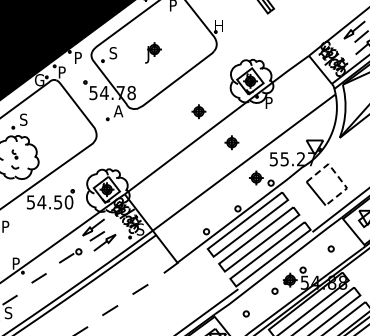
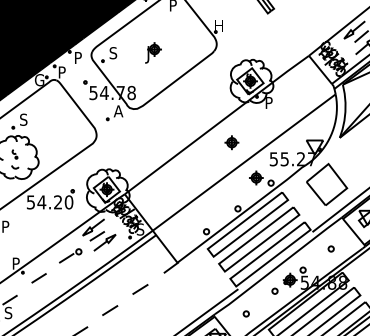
part at (198, 111): present -> none
line at (337, 175): dashed -> solid
text at (58, 202): 54.50 -> 54.20
